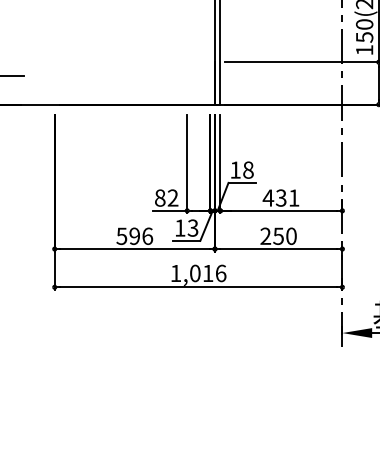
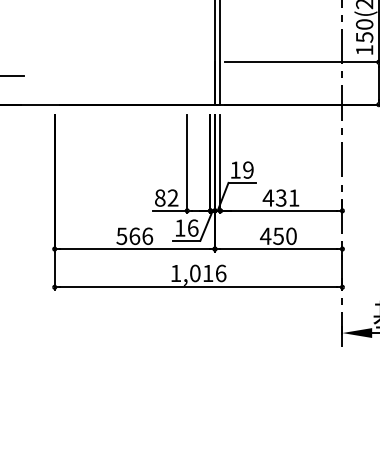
text at (248, 169): 18 -> 19
text at (192, 227): 13 -> 16
text at (265, 235): 250 -> 450
text at (134, 236): 596 -> 566
